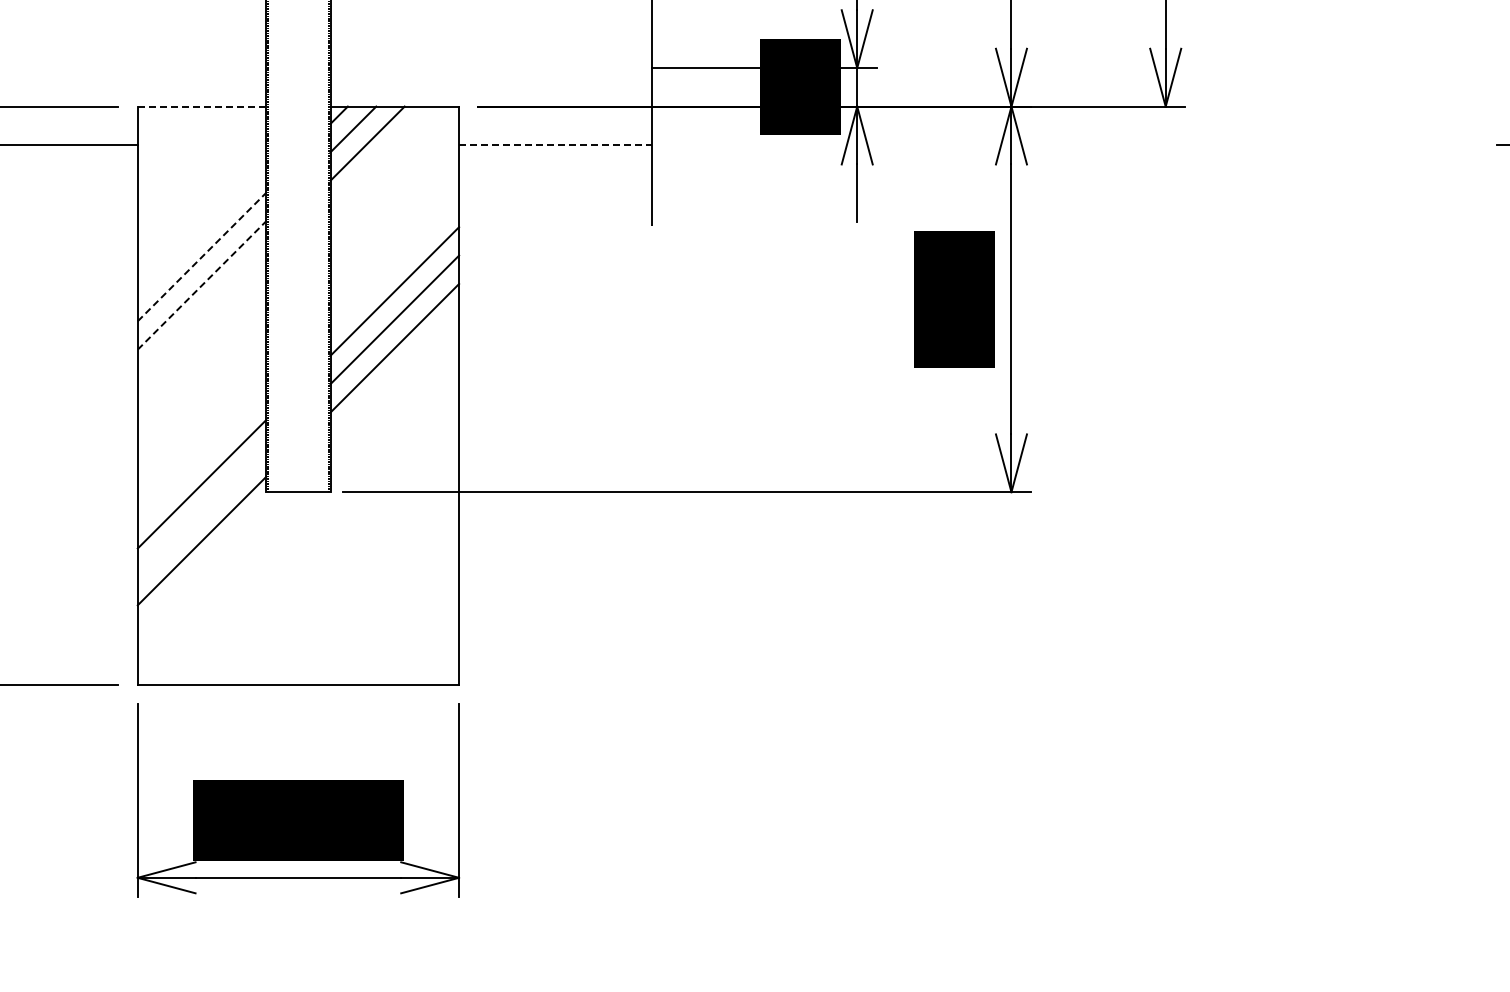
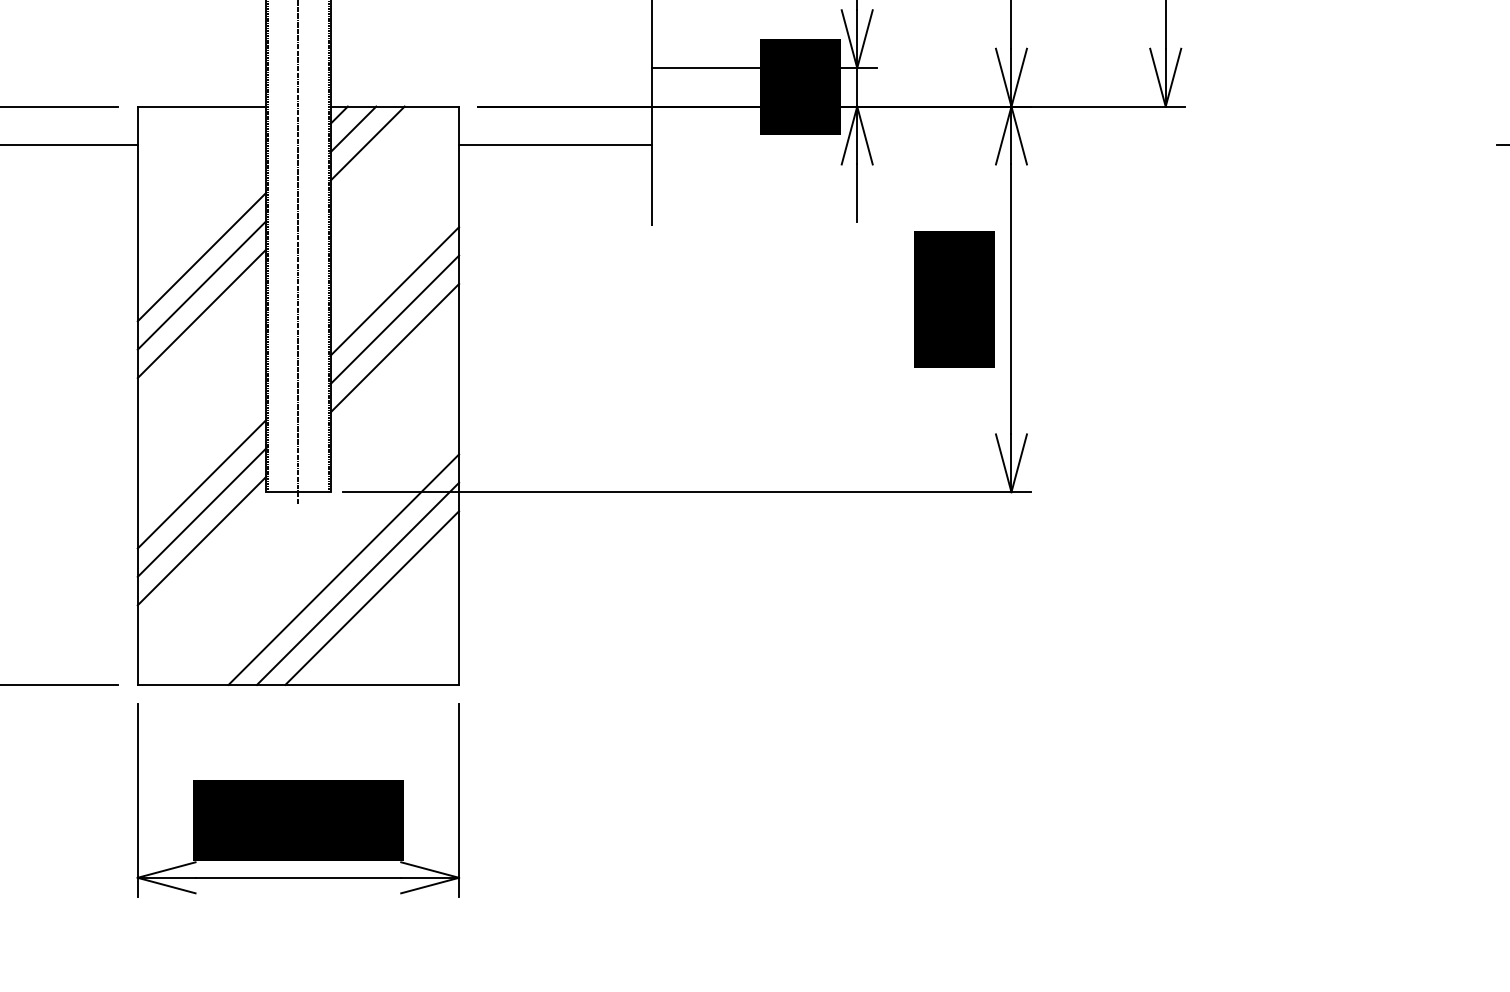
line at (201, 106): dashed -> solid
line at (555, 145): dashed -> solid
line at (298, 253): none -> present
line at (202, 257): dashed -> solid
line at (202, 285): dashed -> solid
line at (201, 313): none -> present
line at (201, 512): none -> present
line at (343, 569): none -> present
line at (357, 583): none -> present
line at (372, 597): none -> present
